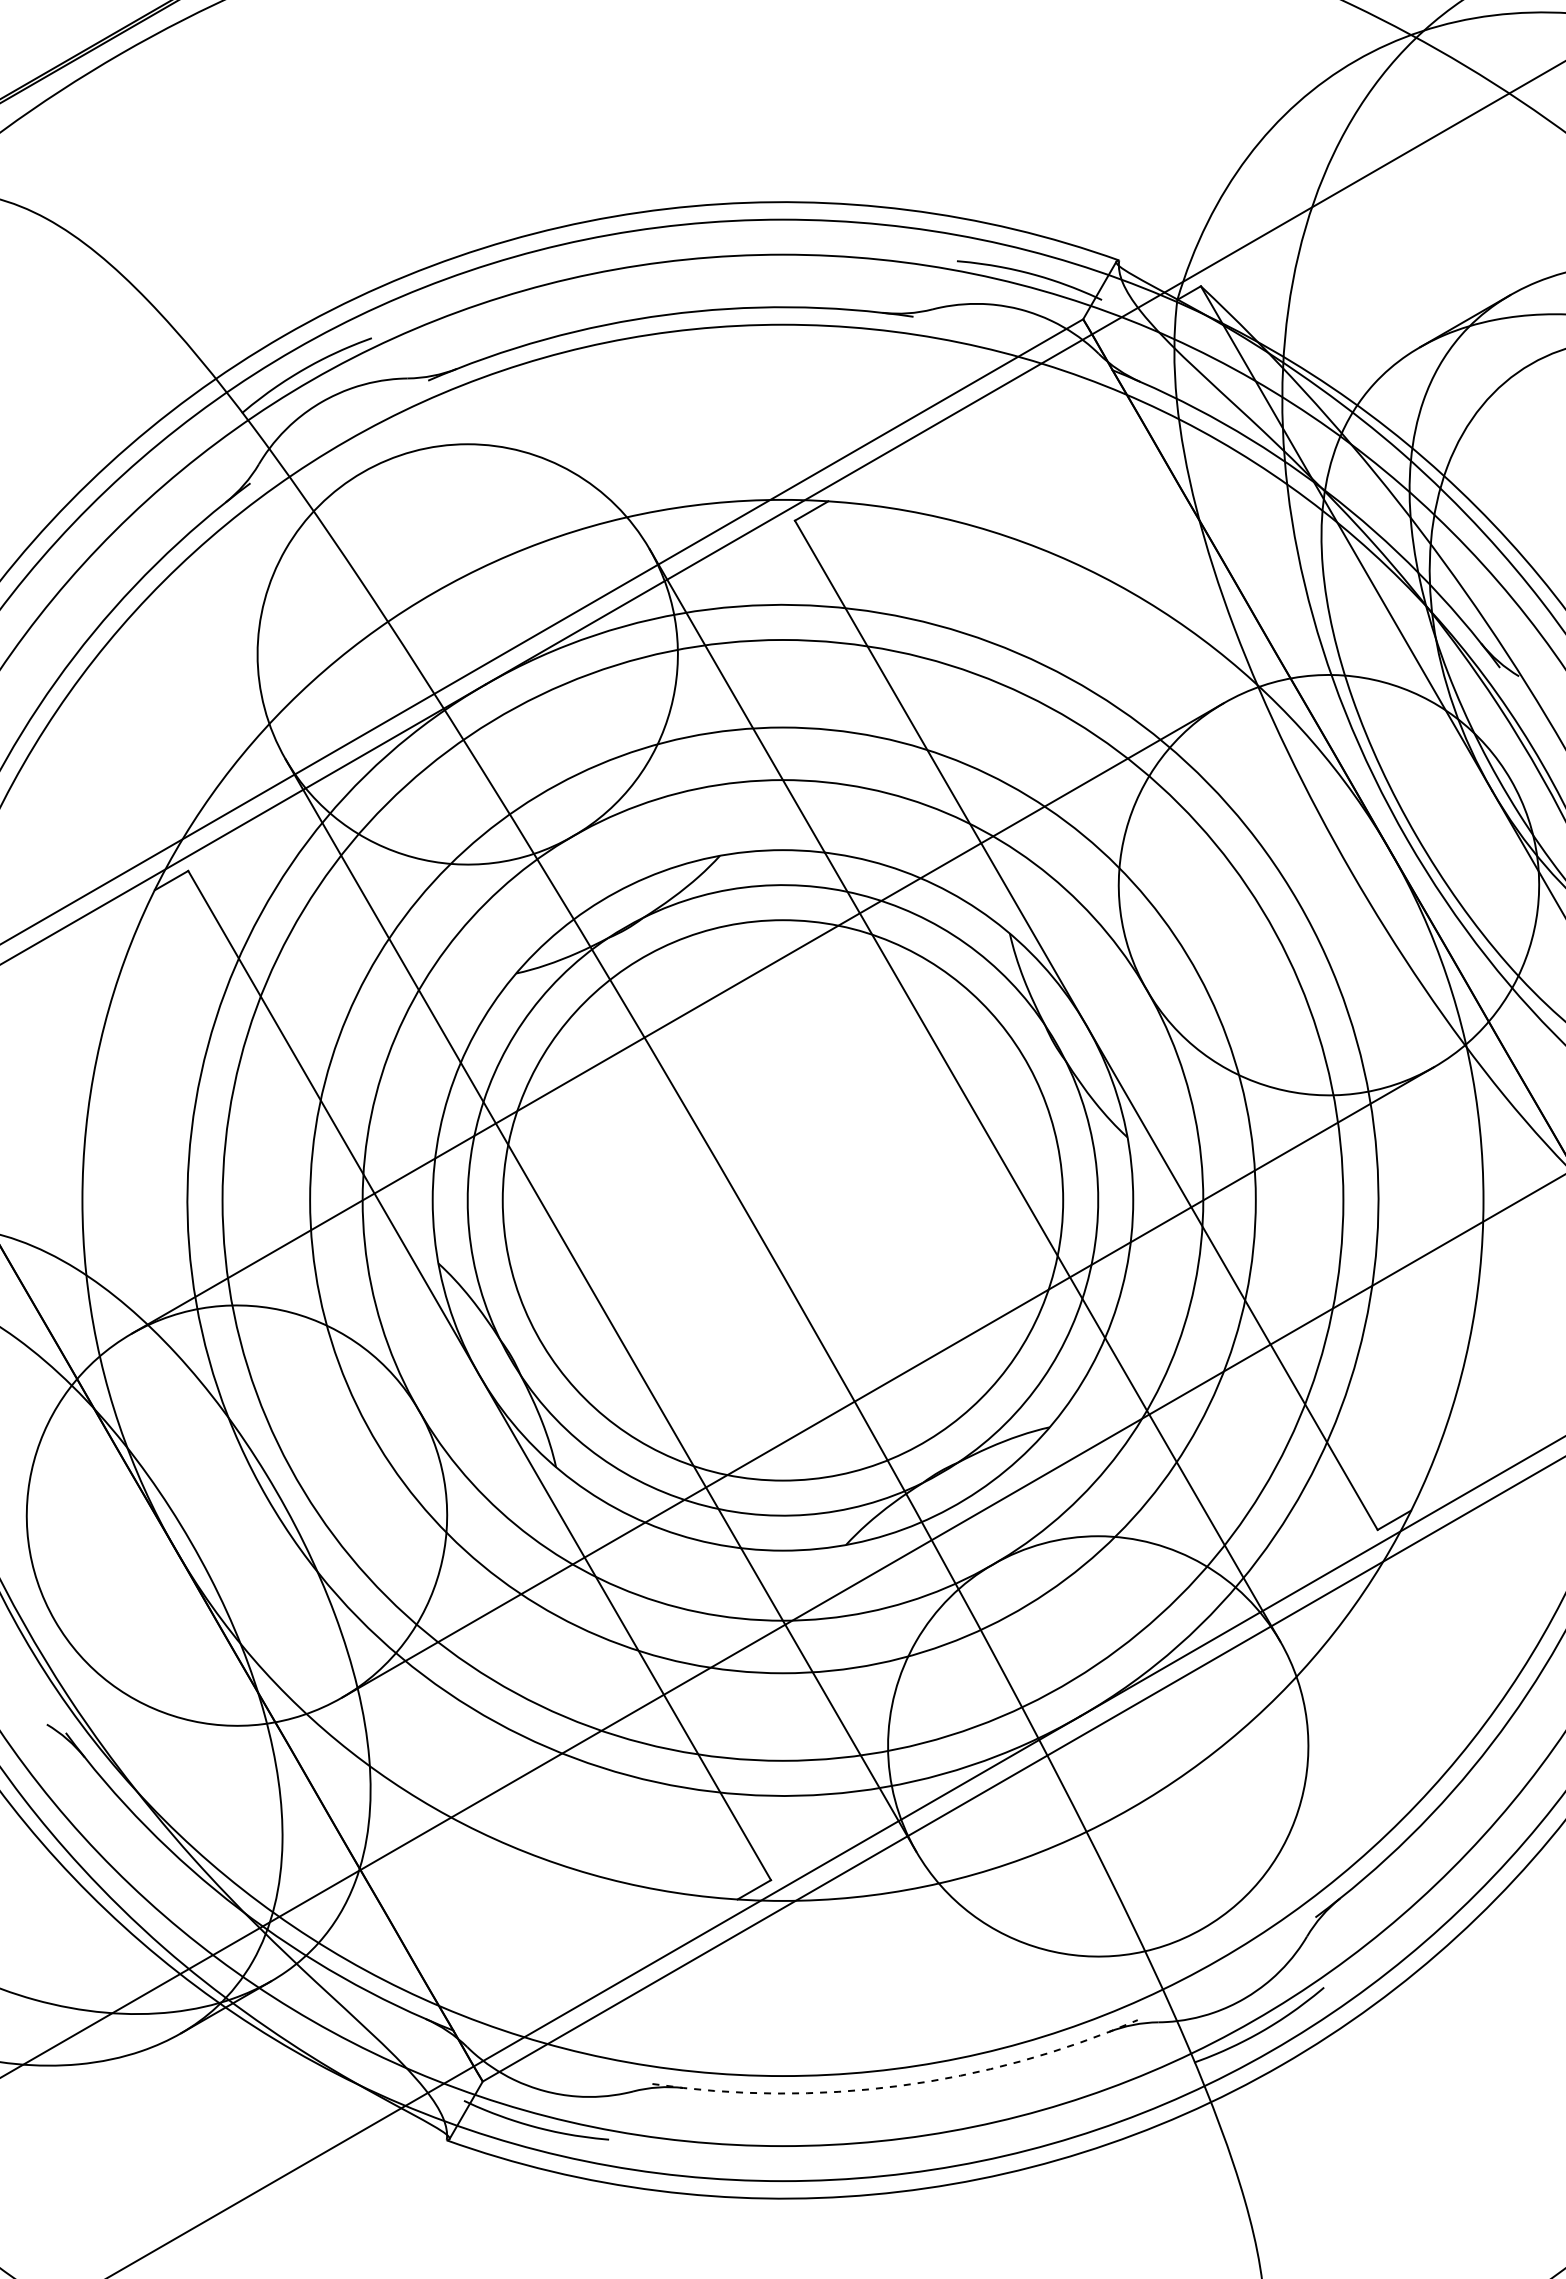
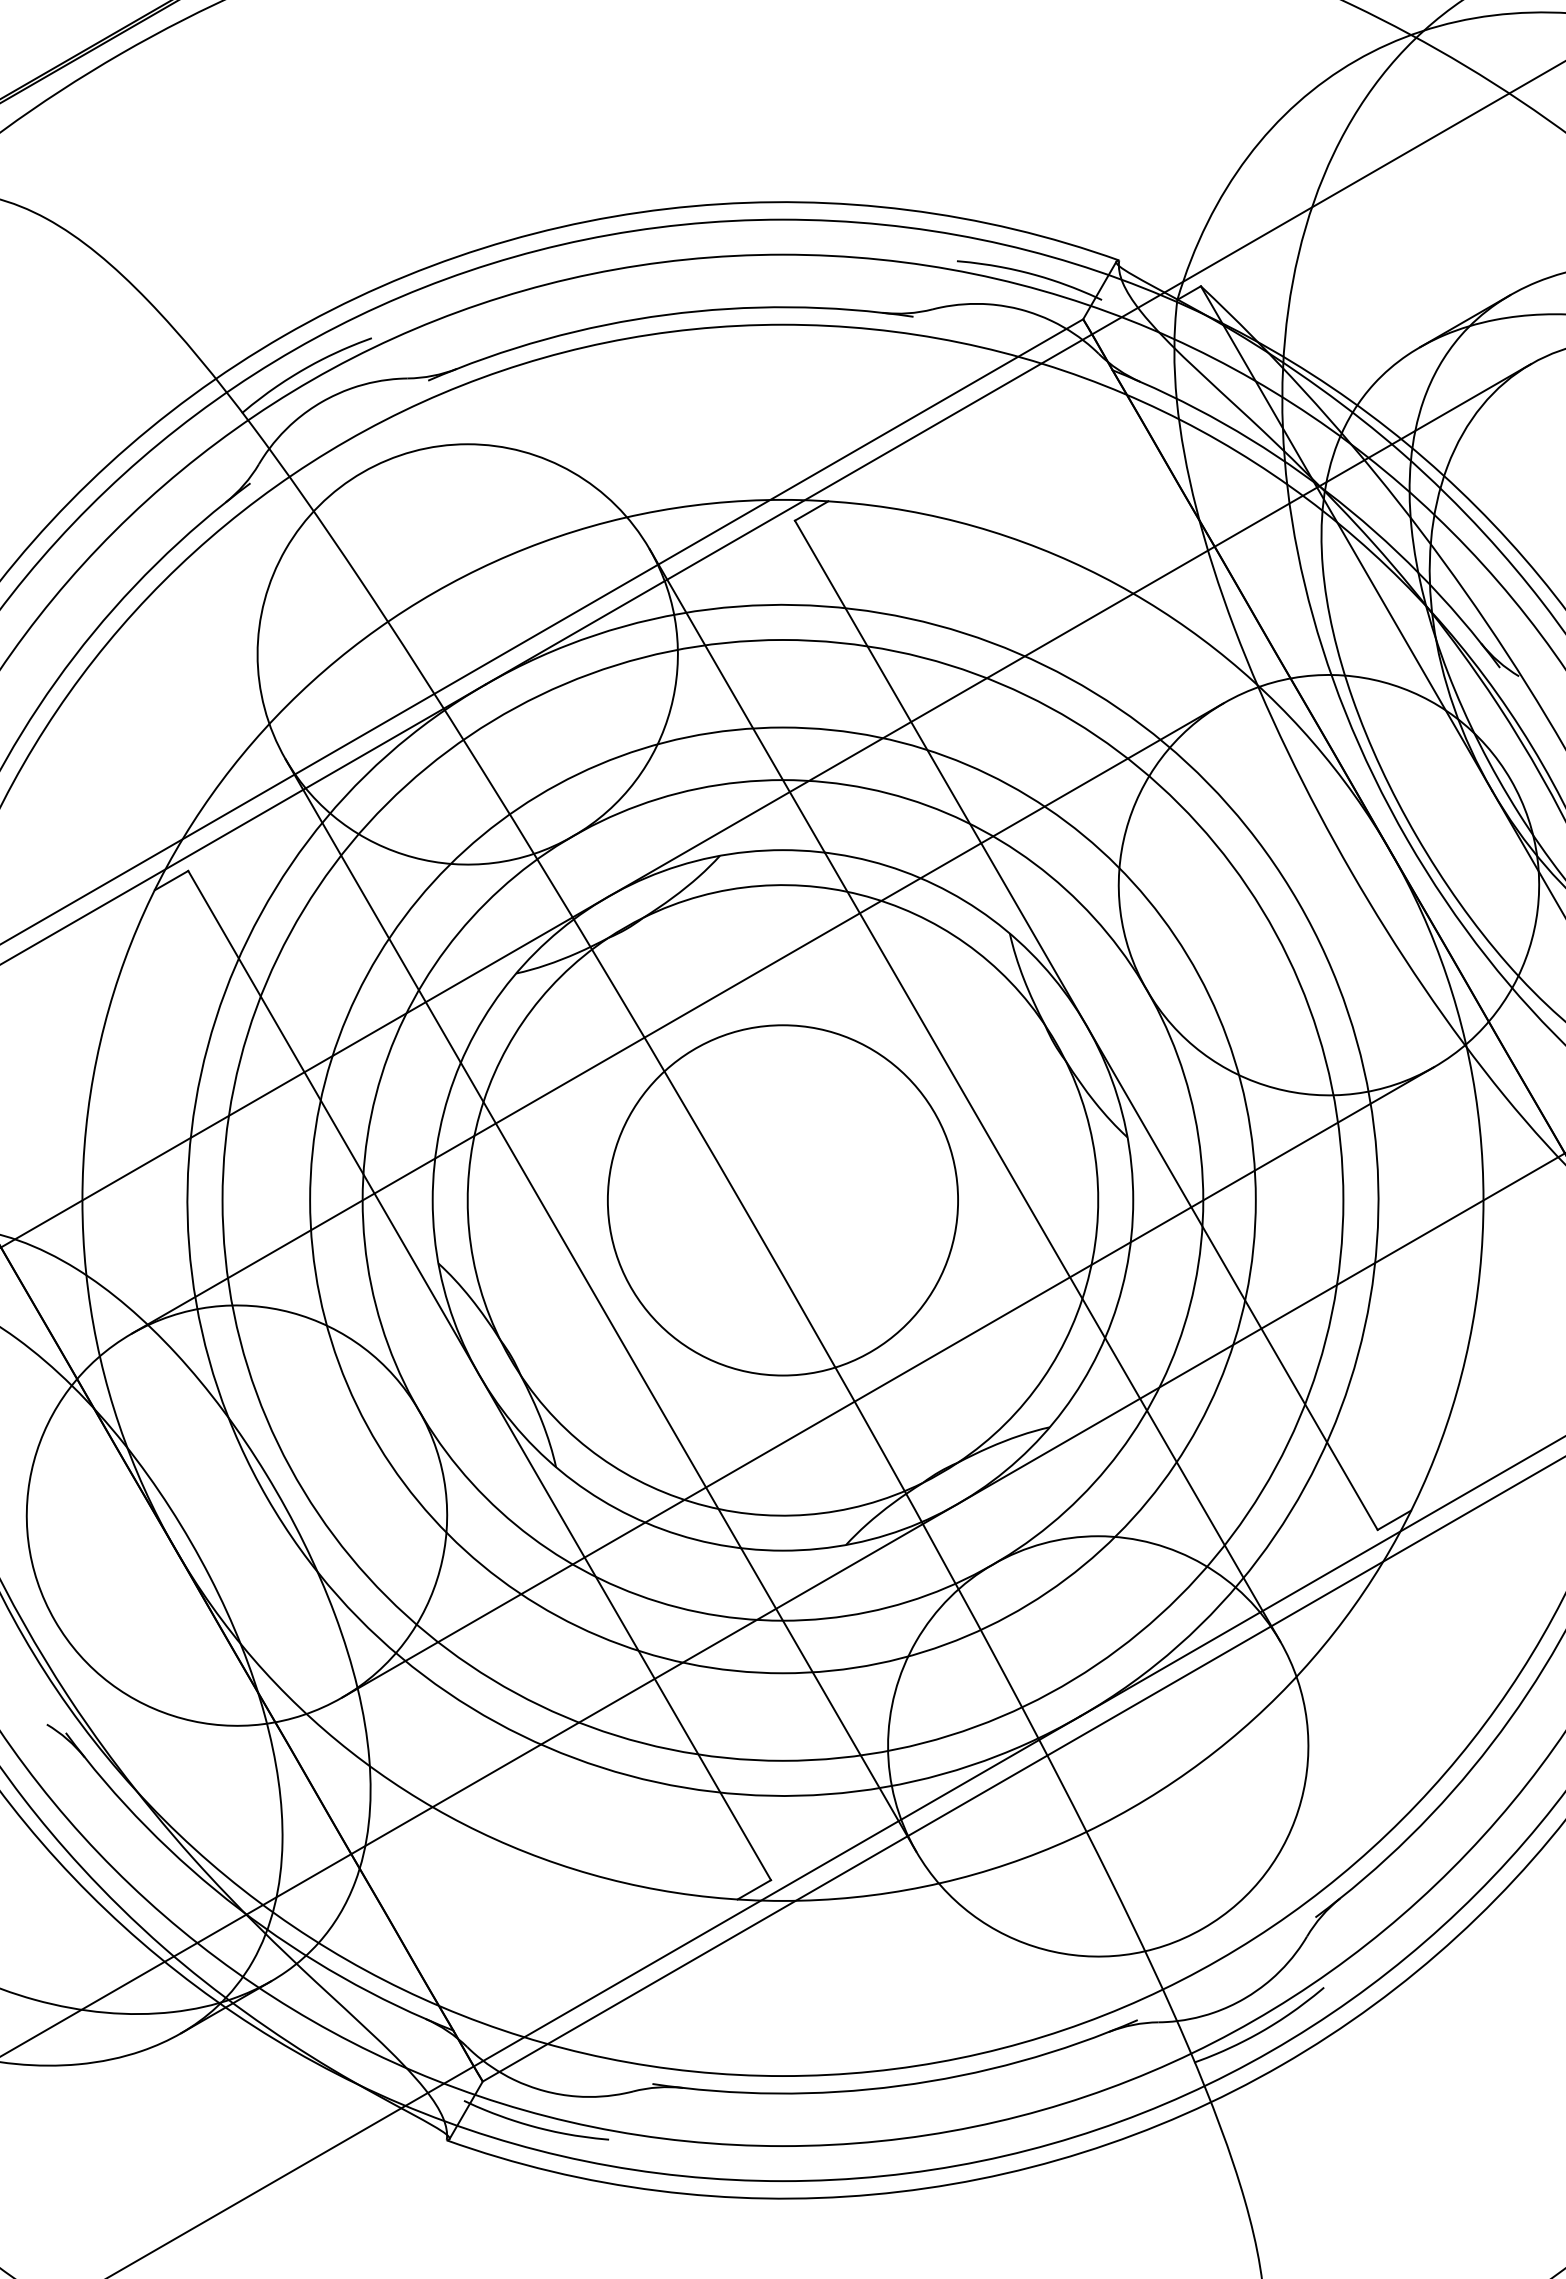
line at (766, 805): none -> present
circle at (782, 1200) diameter: 560 px -> 350 px
line at (782, 1625) position: (782, 1625) -> (782, 1604)
arc at (899, 2085): dashed -> solid
